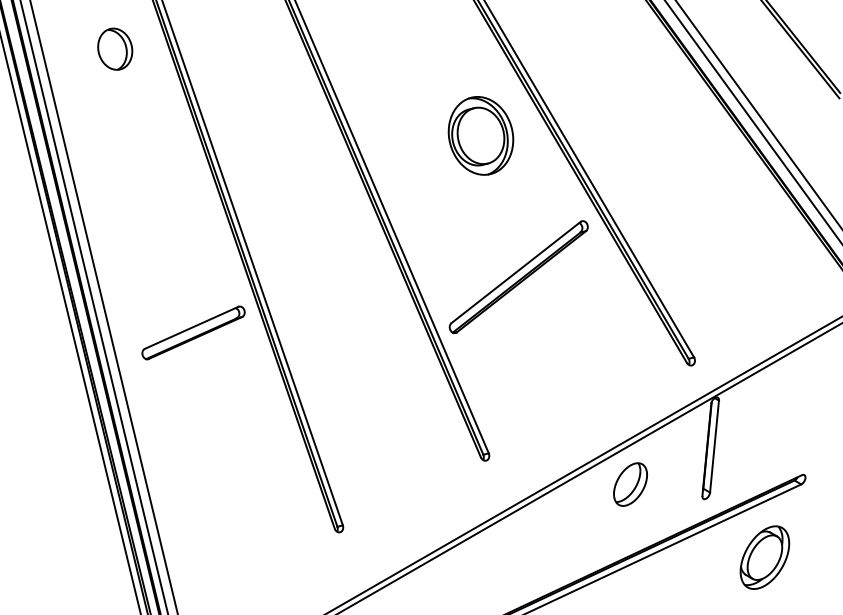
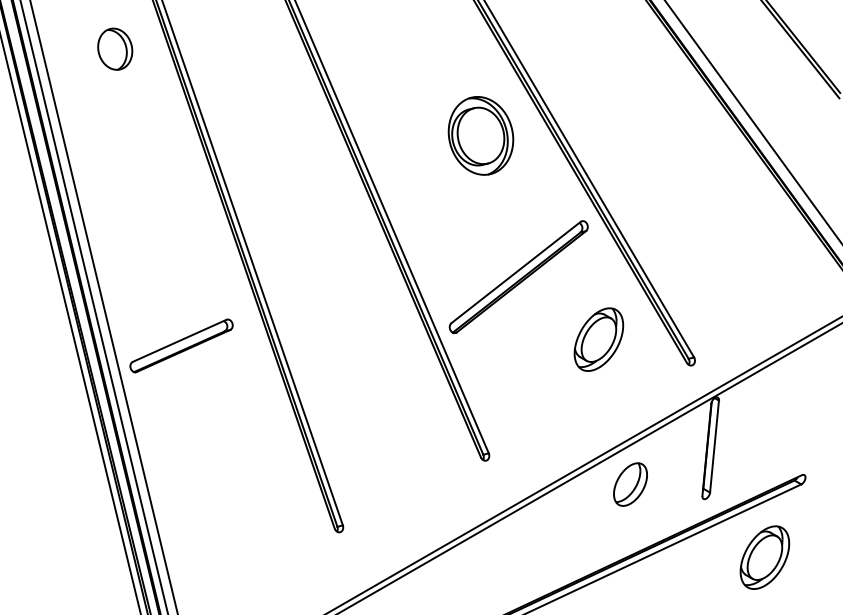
line at (758, 114): present -> none
part at (193, 332) position: (193, 332) -> (181, 345)
part at (598, 339): none -> present
